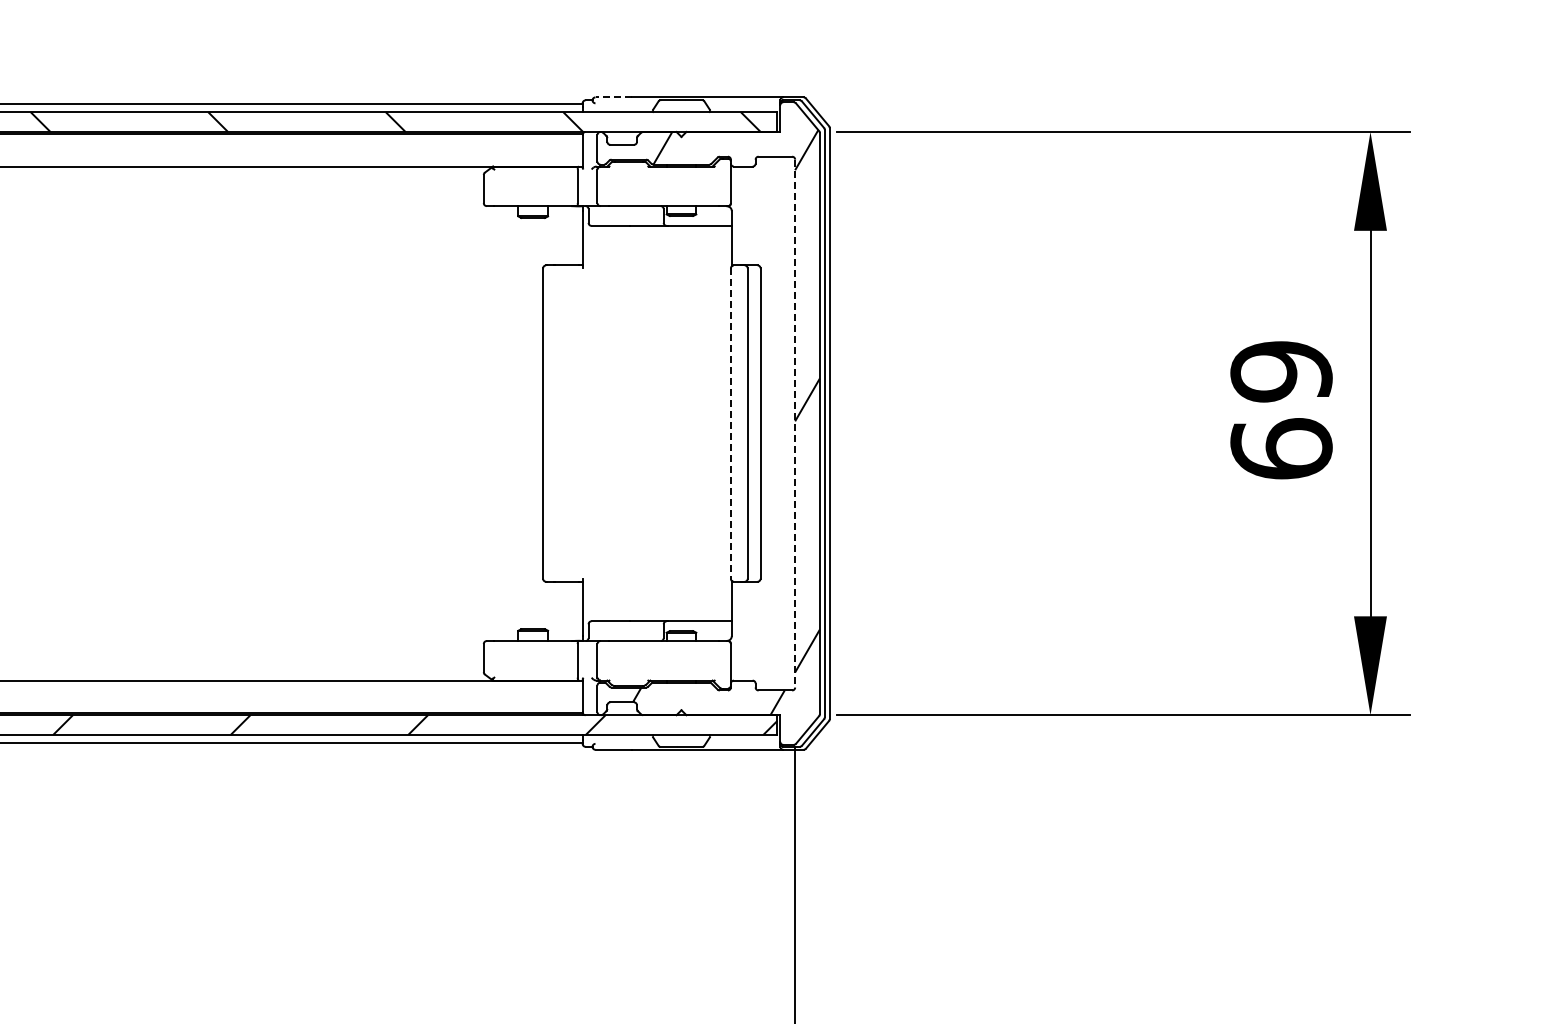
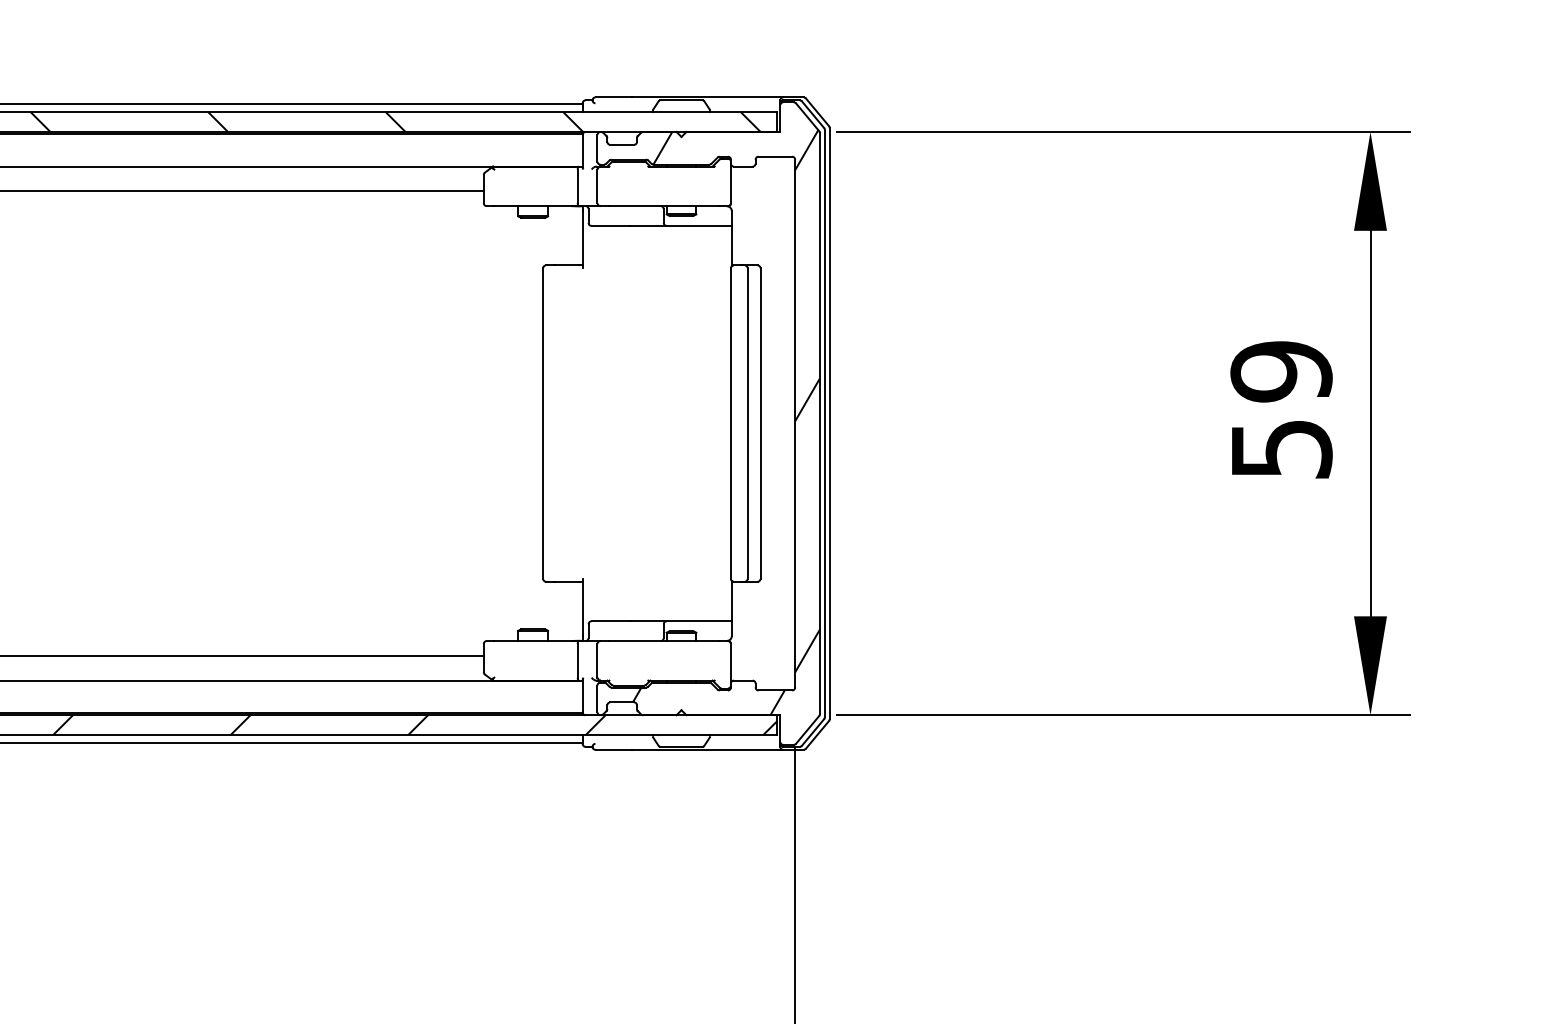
line at (613, 97): dashed -> solid
line at (242, 191): none -> present
line at (795, 423): dashed -> solid
line at (730, 424): dashed -> solid
text at (1281, 448): 69 -> 59
line at (242, 655): none -> present
